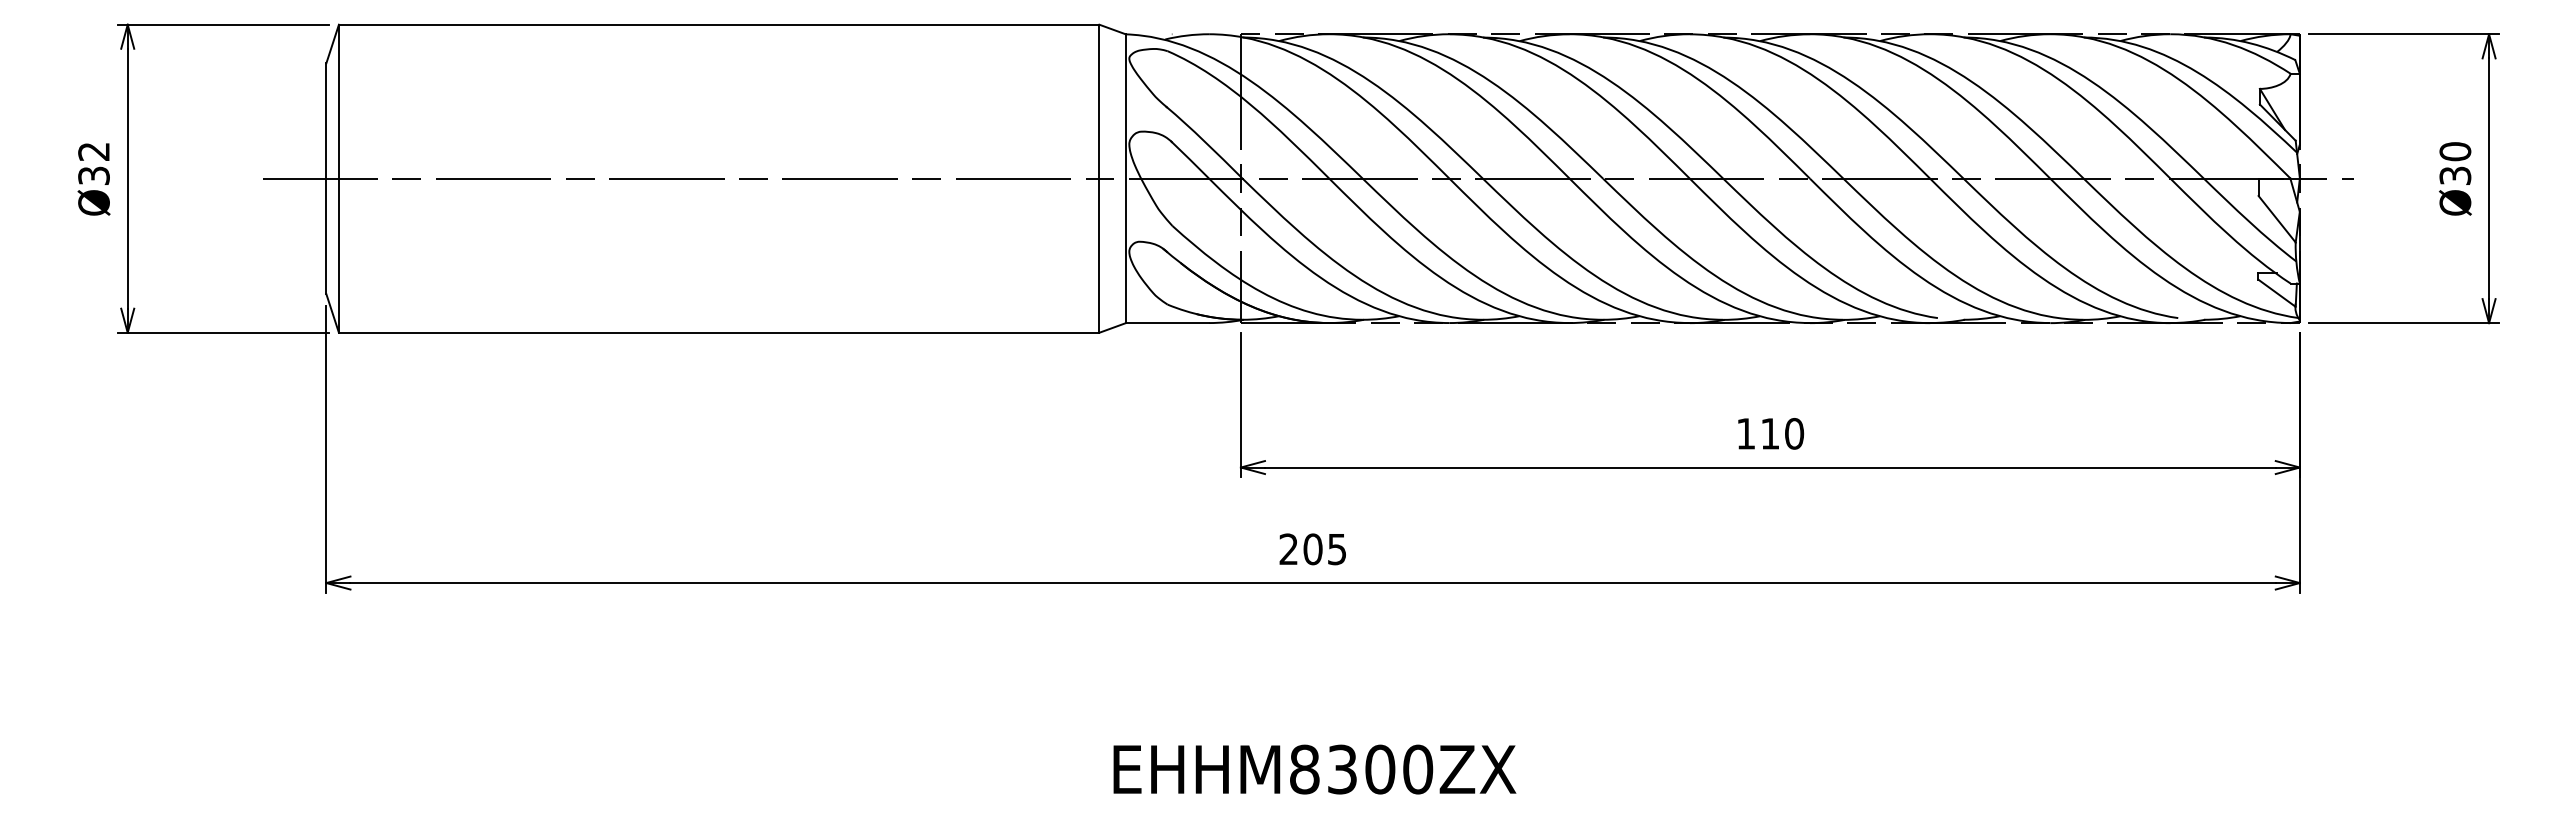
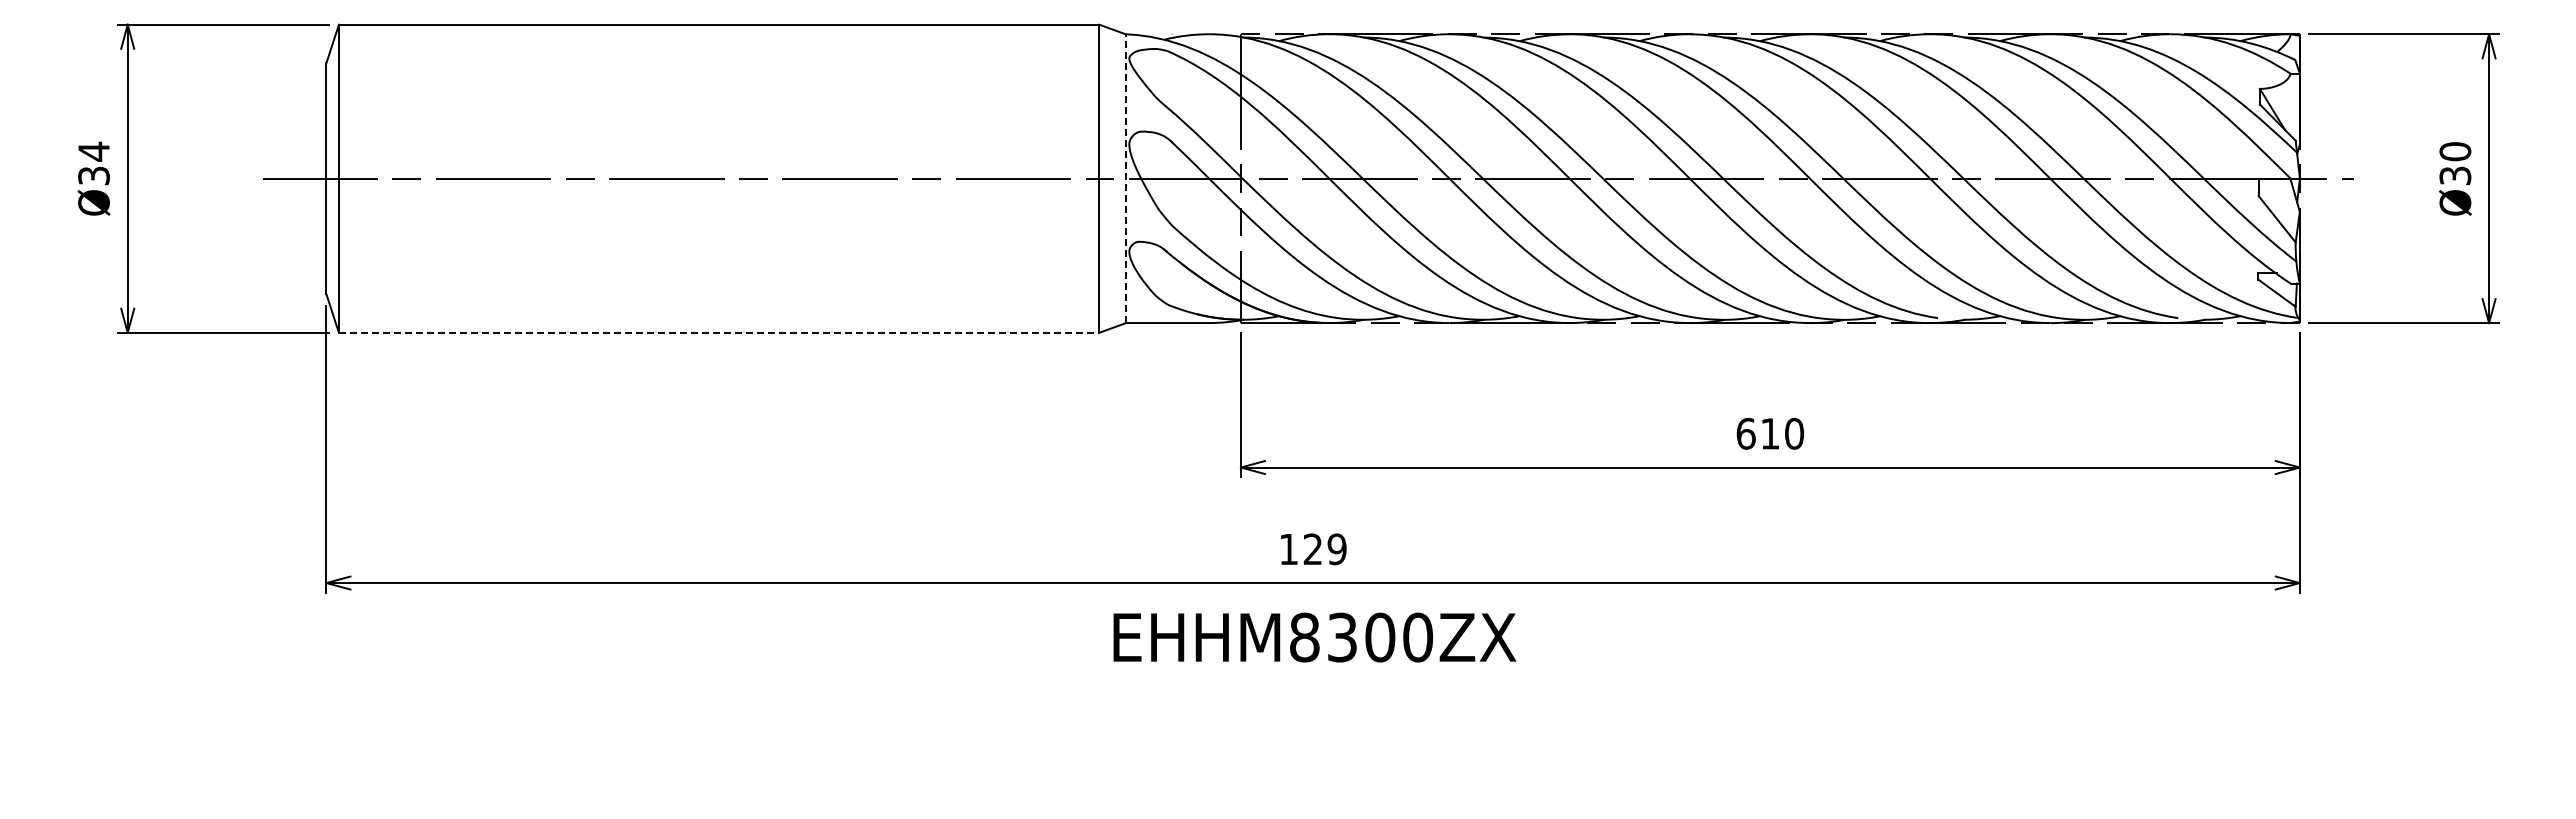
text at (93, 151): Ø32 -> Ø34
line at (1125, 178): solid -> dashed
line at (719, 332): solid -> dashed
text at (1745, 433): 110 -> 610
text at (1312, 549): 205 -> 129
text at (1314, 769) position: (1314, 769) -> (1314, 637)
